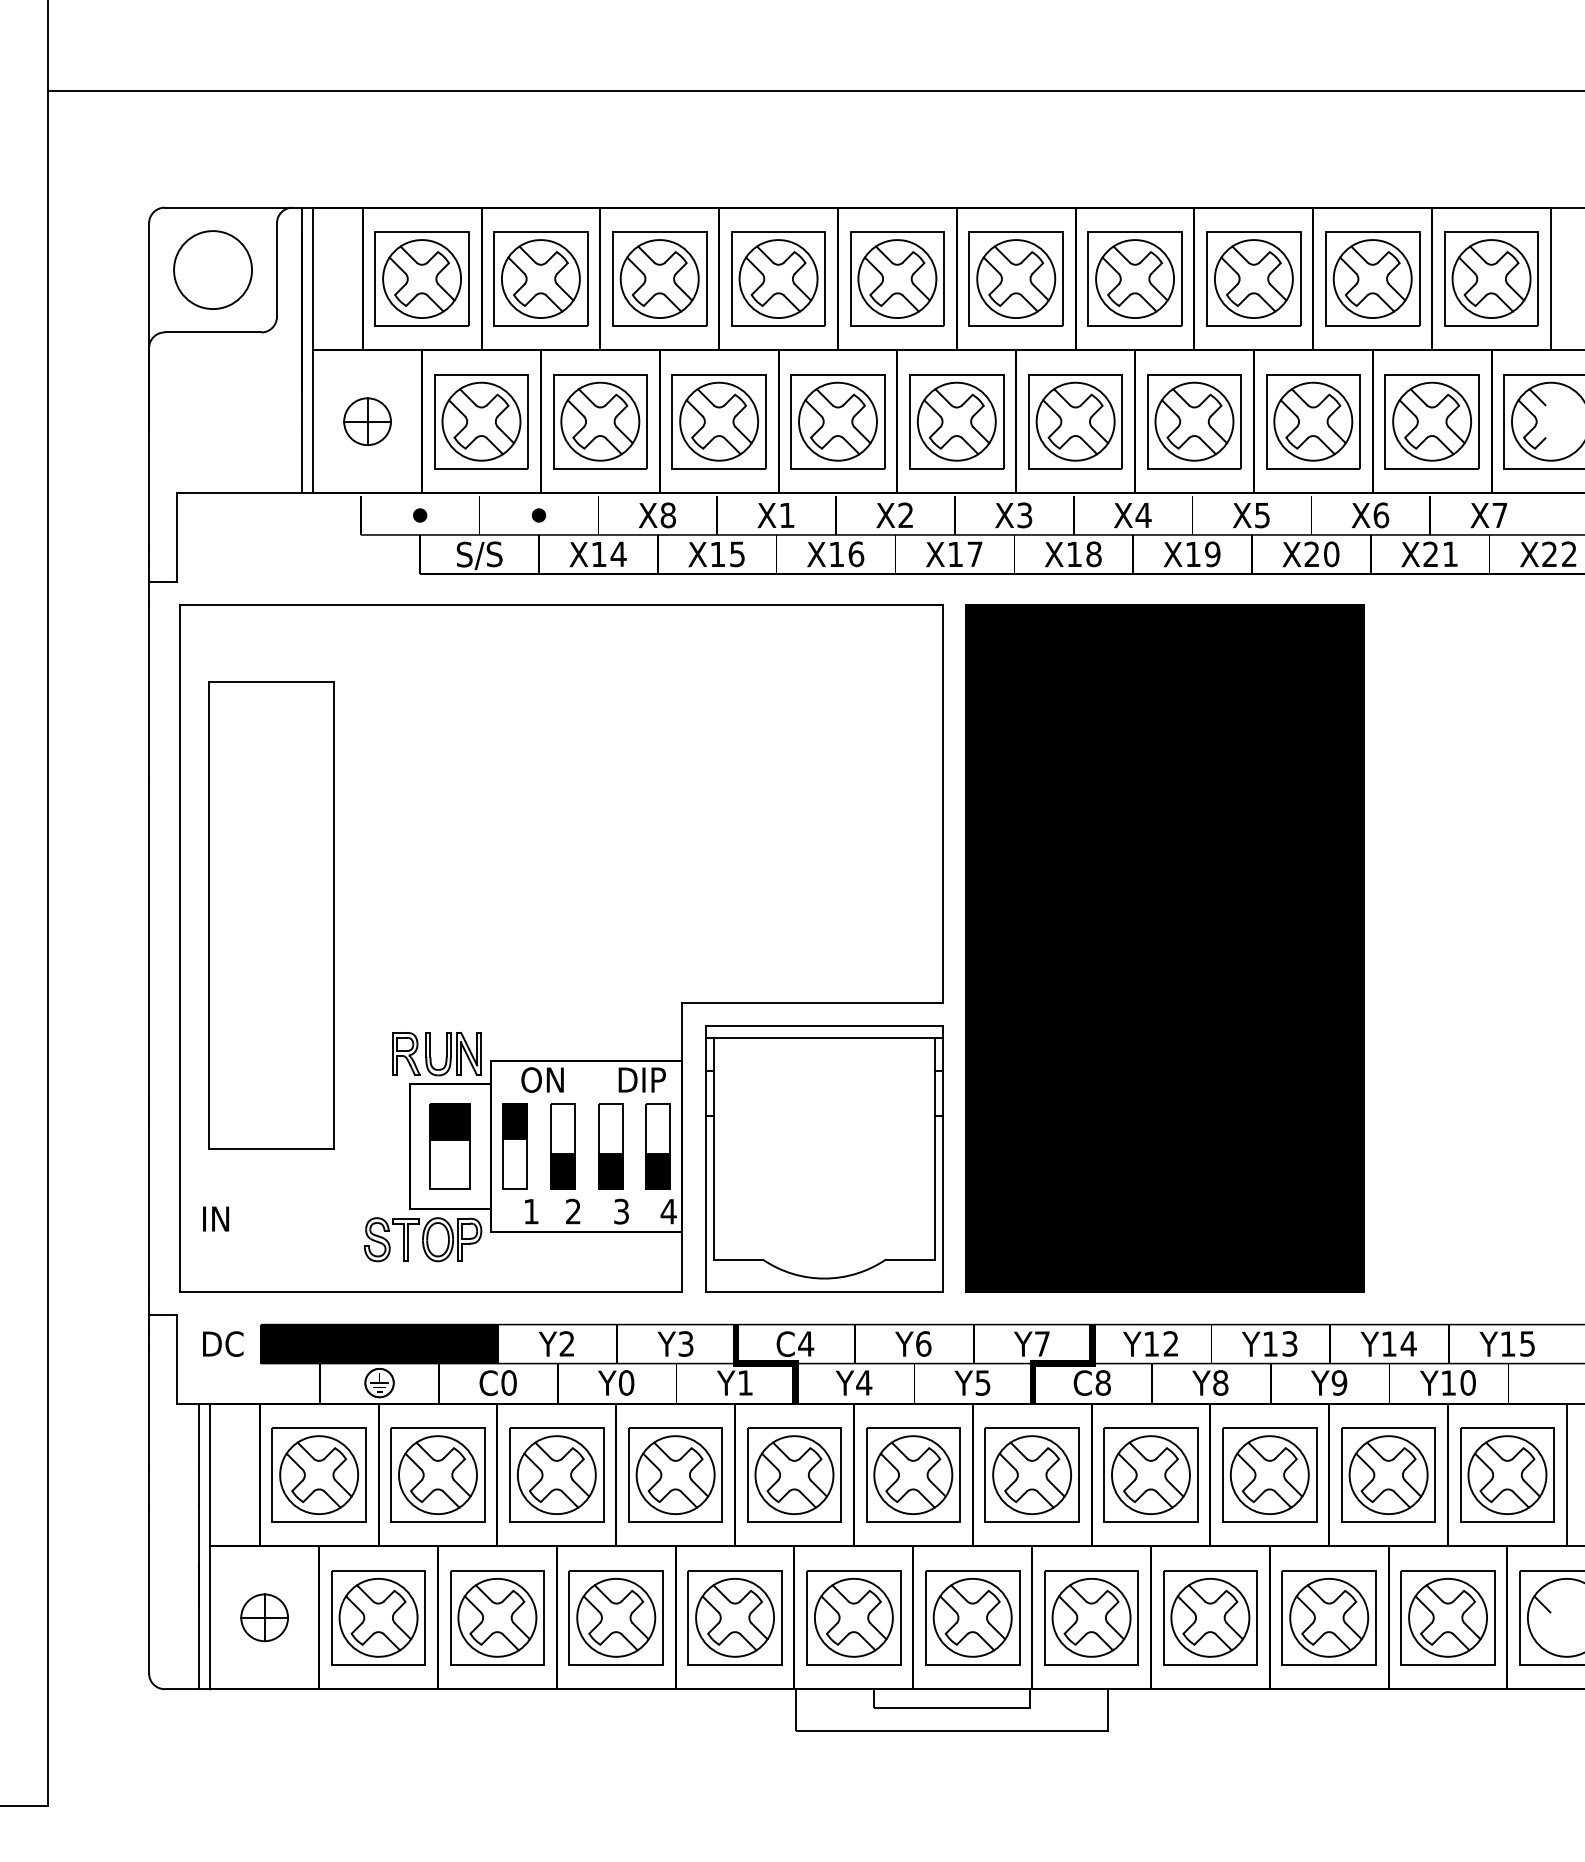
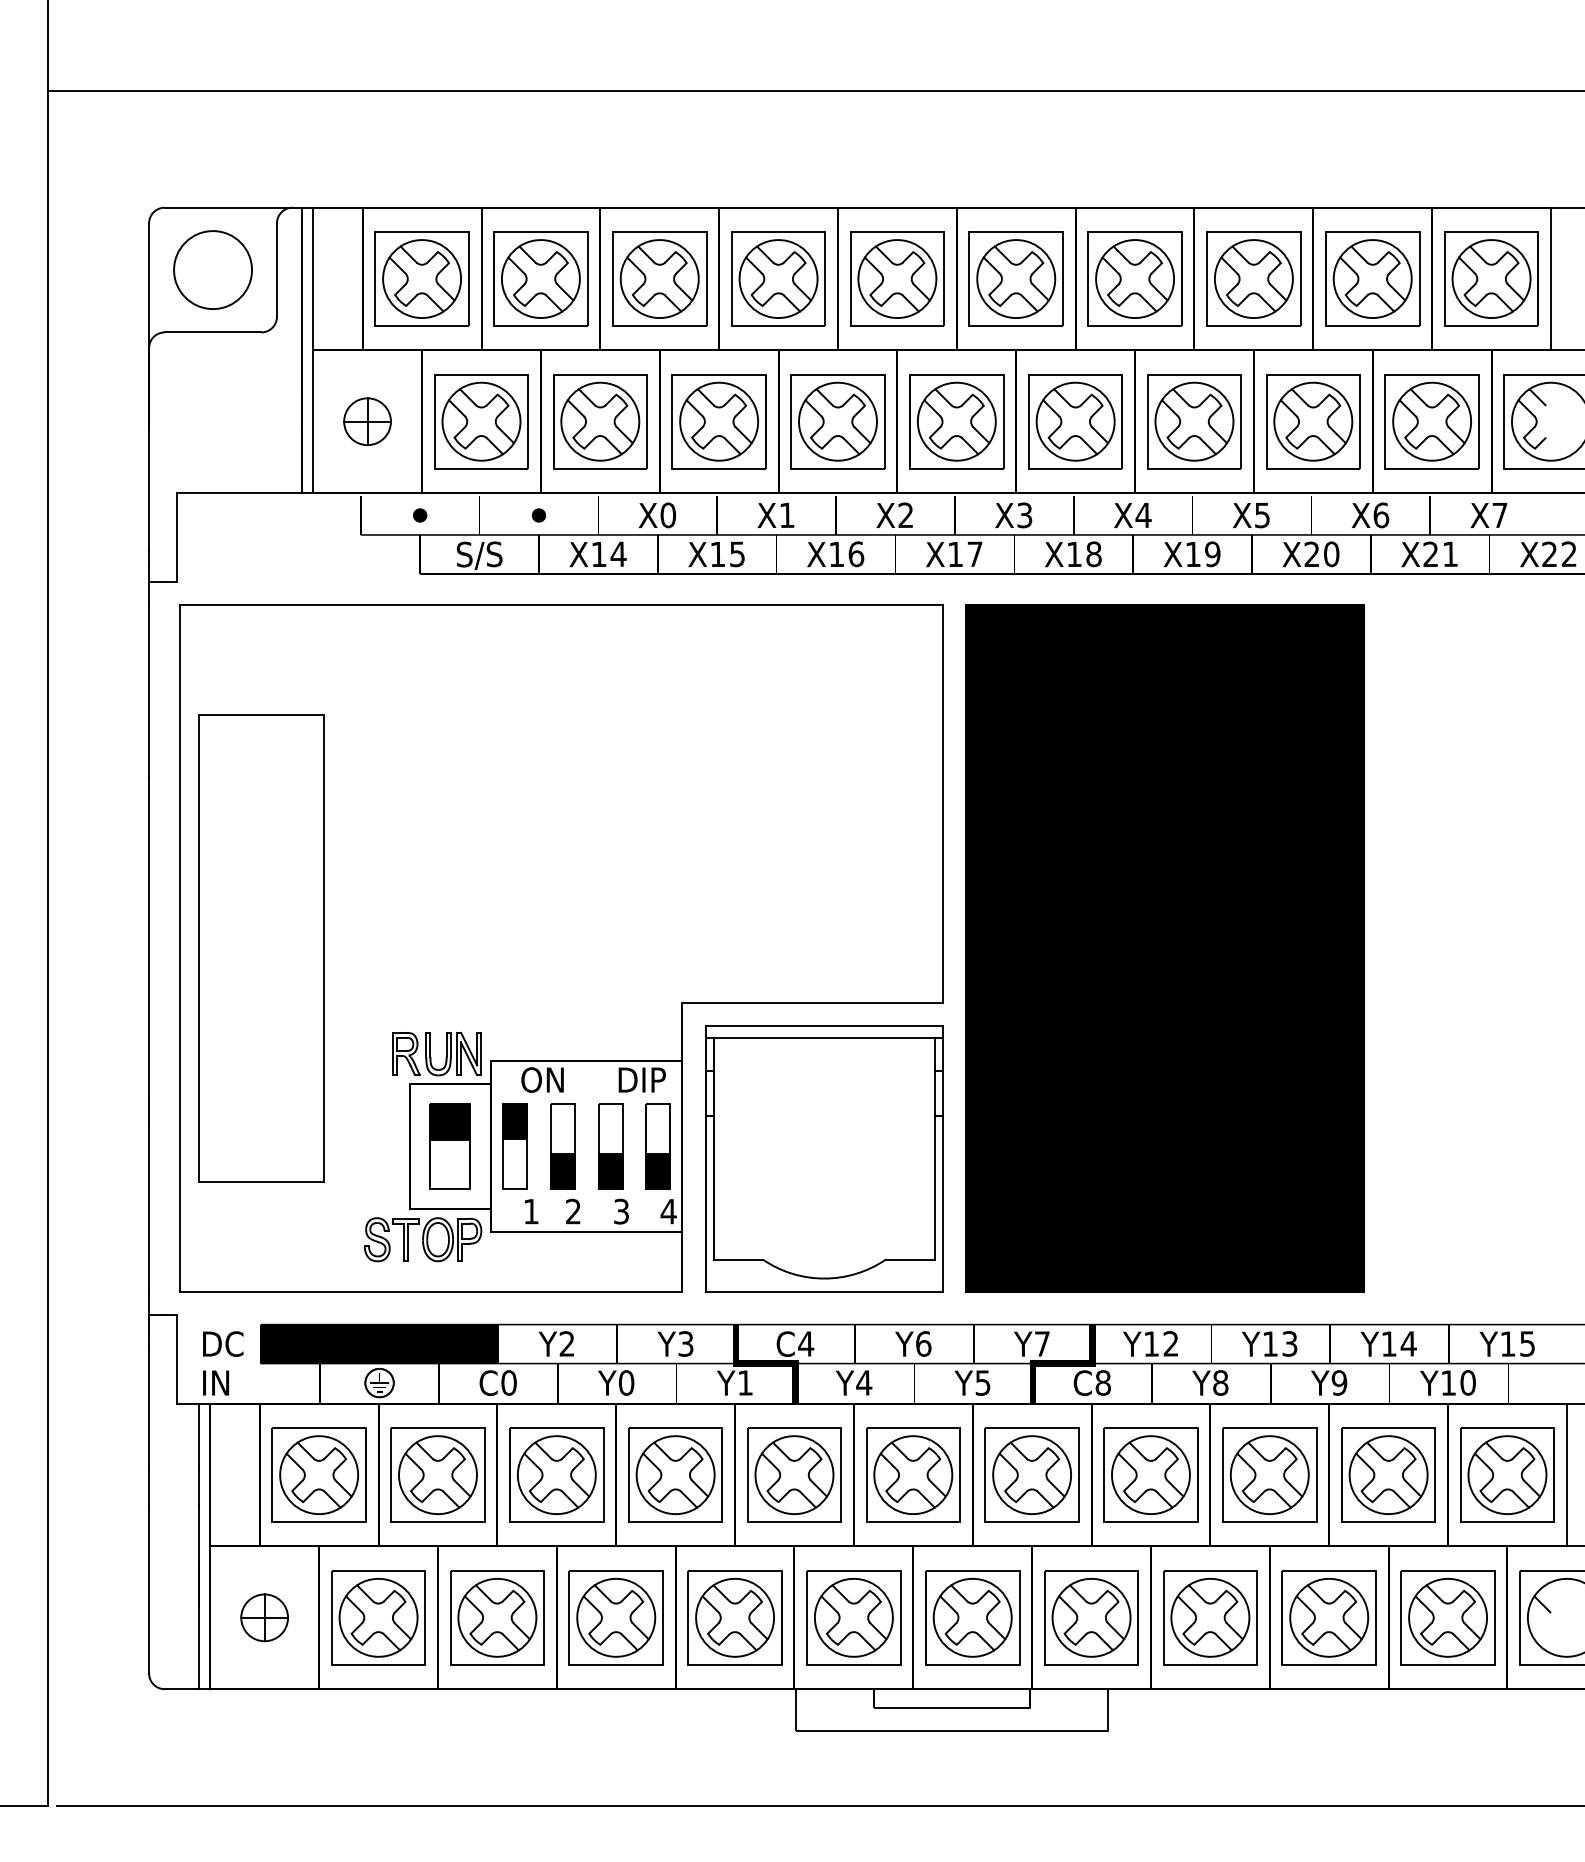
text at (668, 514): X8 -> X0
part at (271, 915) position: (271, 915) -> (261, 948)
text at (215, 1218) position: (215, 1218) -> (215, 1382)
line at (818, 1806): none -> present
